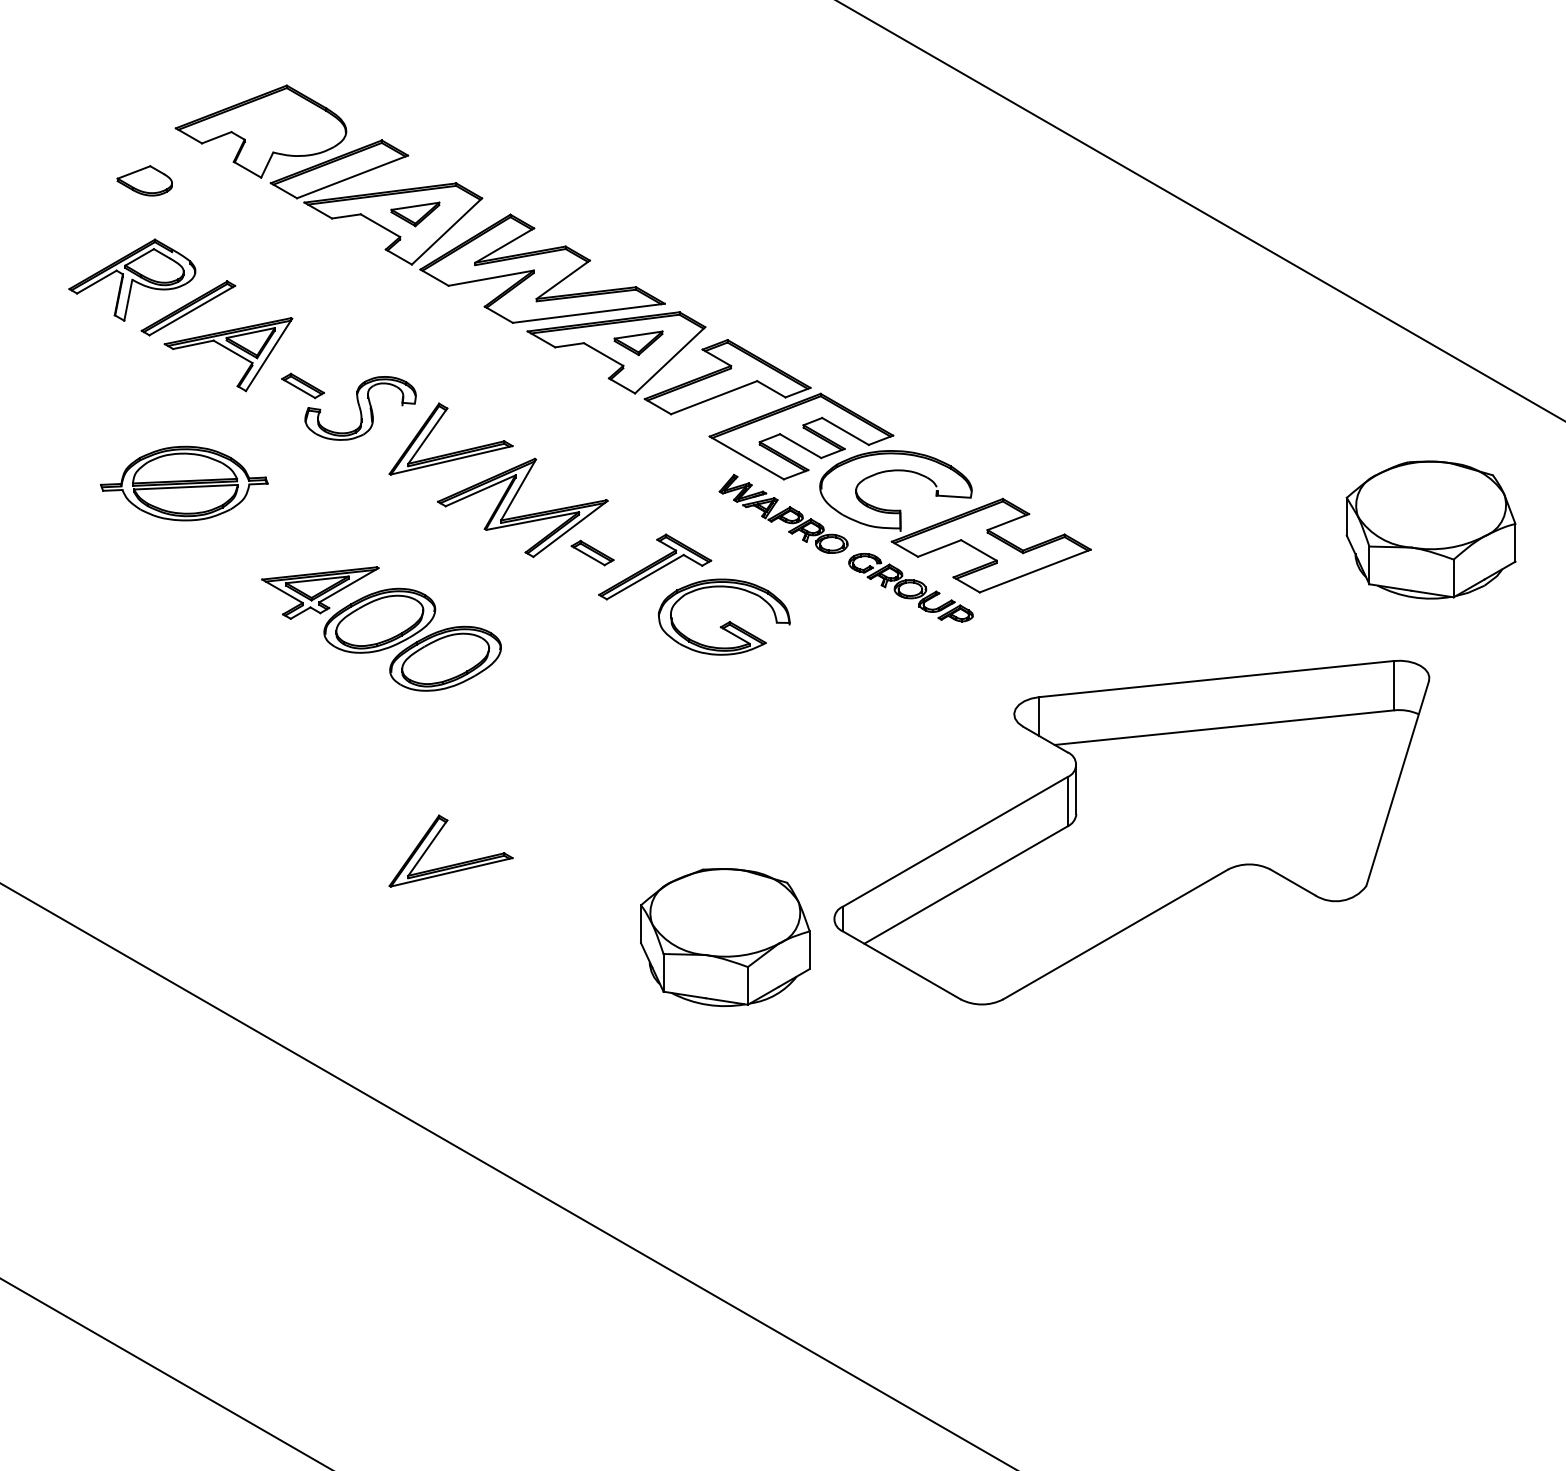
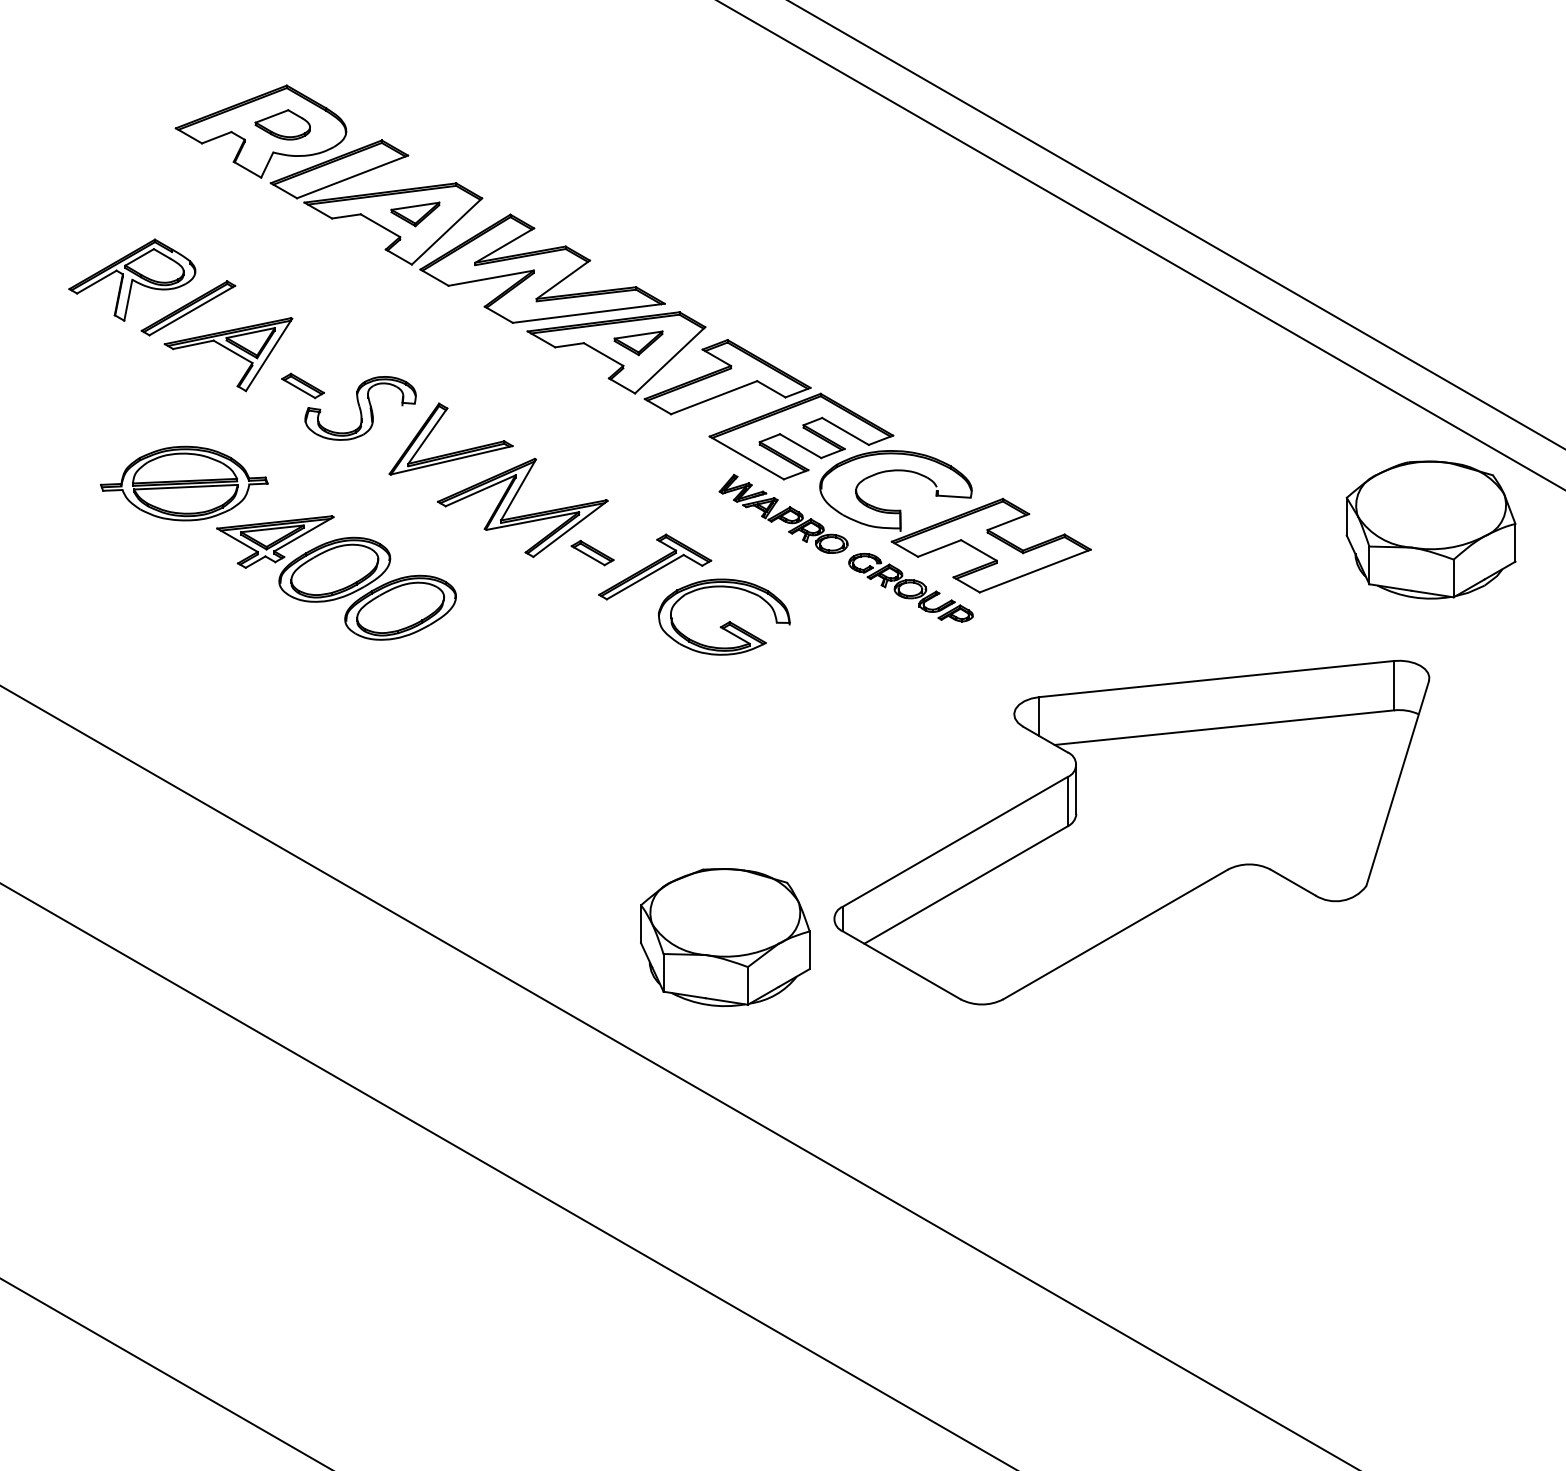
part at (144, 180) position: (144, 180) -> (282, 124)
line at (1200, 210) position: (1200, 210) -> (1176, 224)
line at (1140, 245): none -> present
part at (381, 628) position: (381, 628) -> (336, 577)
part at (455, 863): present -> none
line at (678, 1077): none -> present
